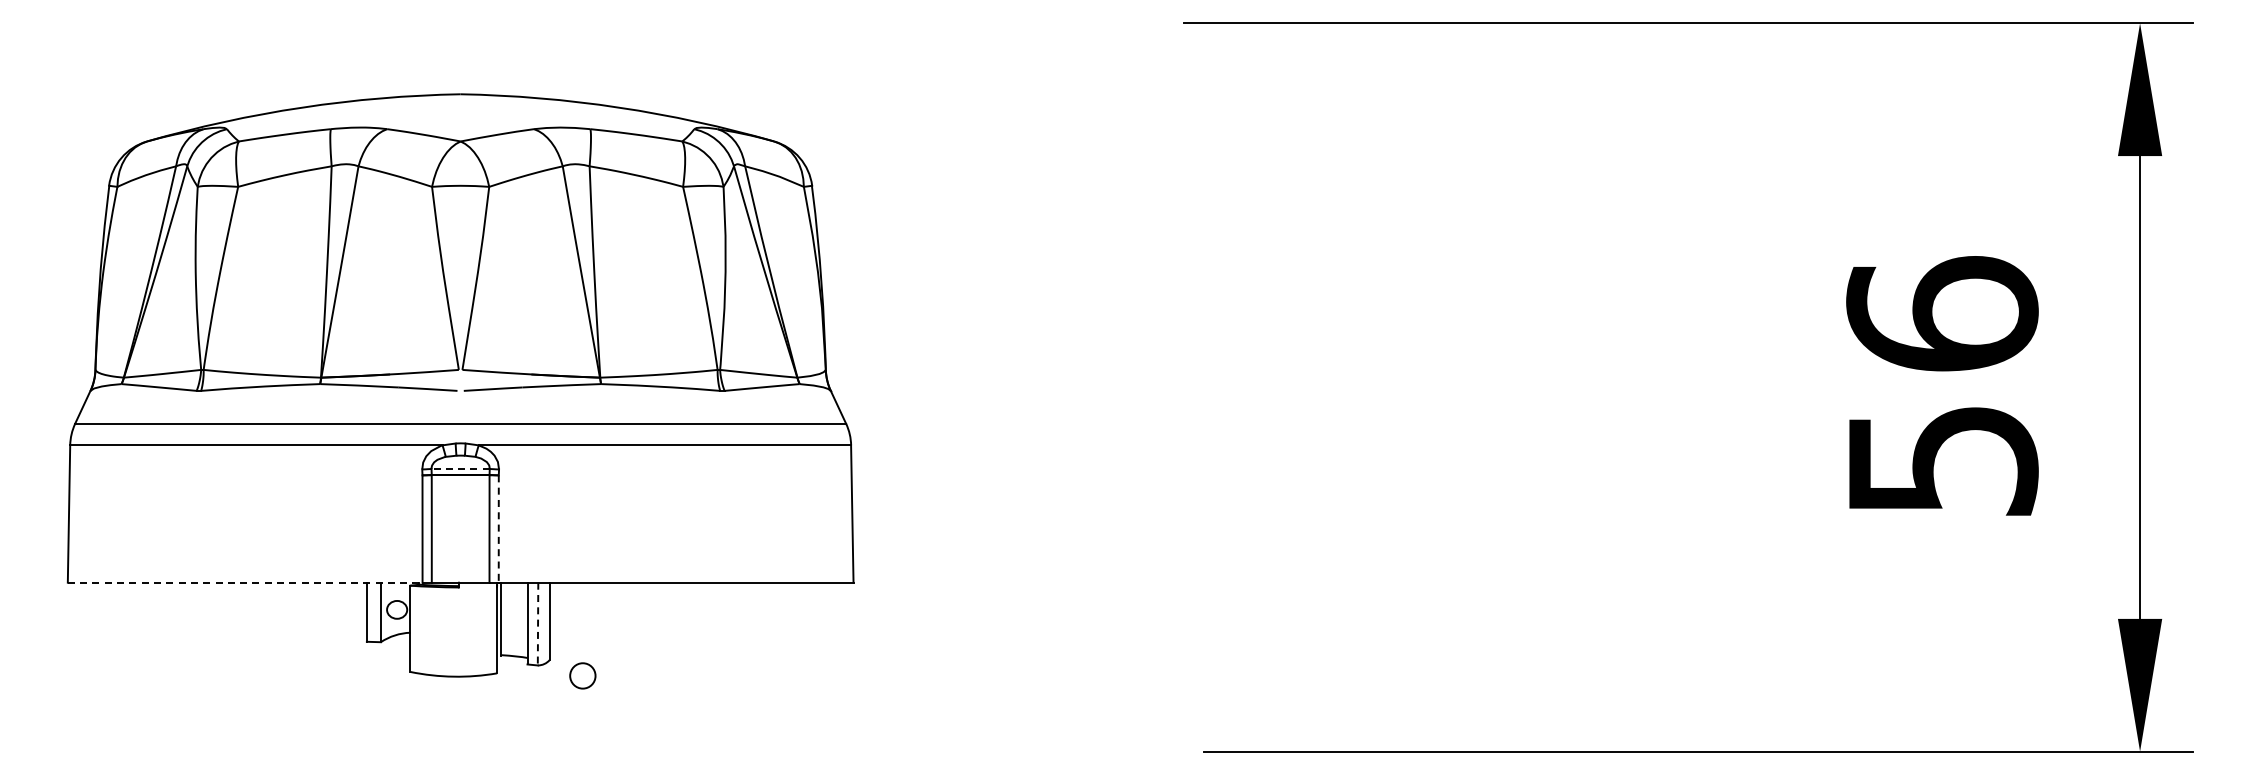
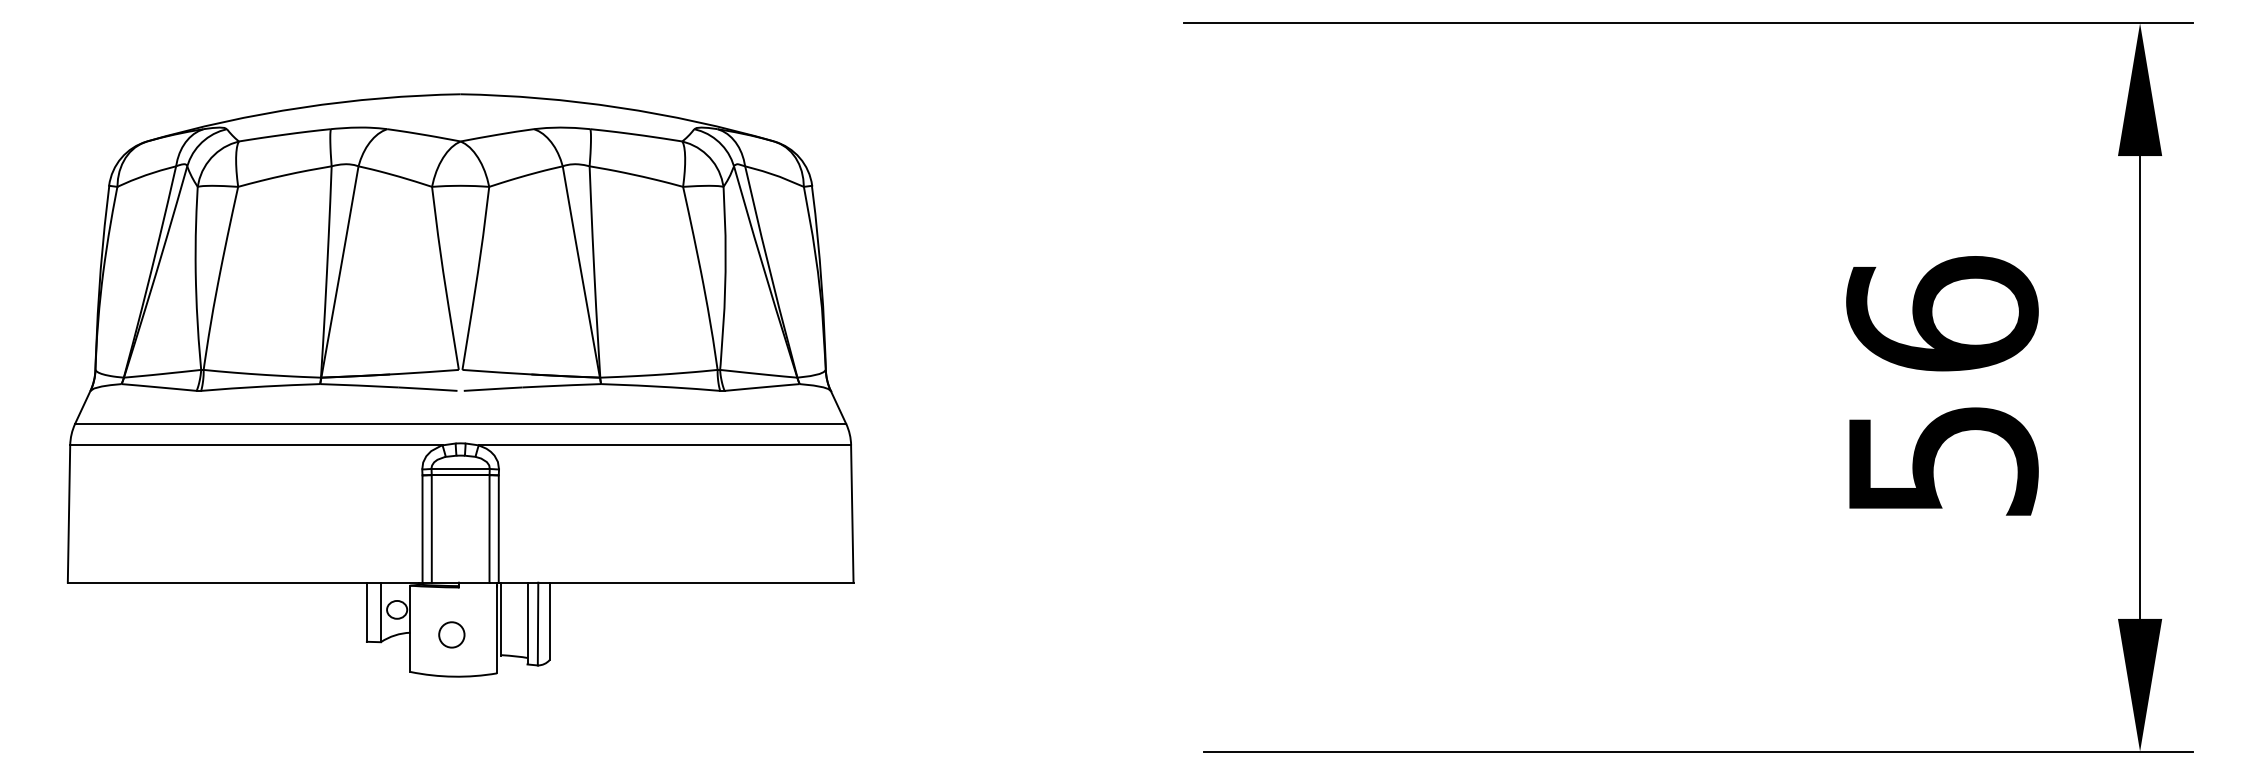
line at (460, 468): dashed -> solid
line at (498, 529): dashed -> solid
line at (245, 582): dashed -> solid
line at (538, 624): dashed -> solid
circle at (582, 675) position: (582, 675) -> (451, 634)
